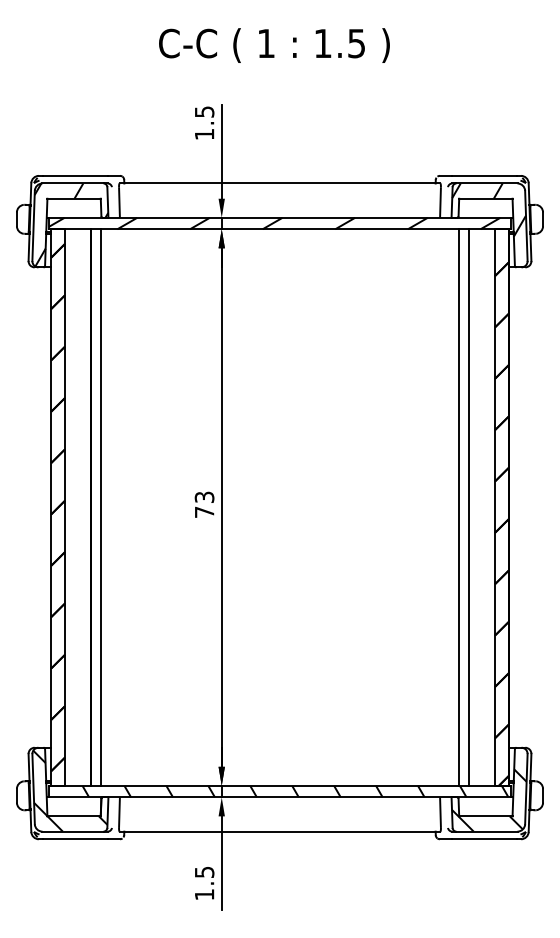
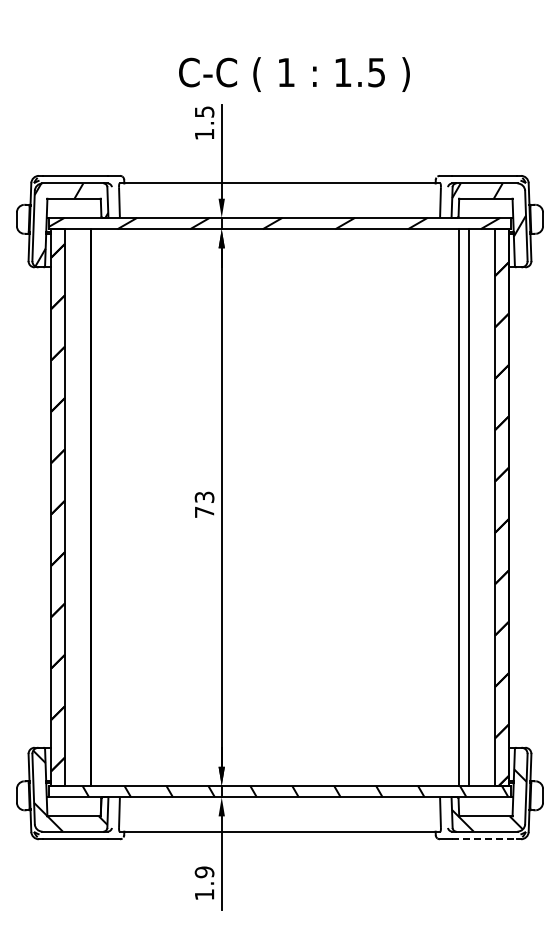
text at (274, 45) position: (274, 45) -> (294, 74)
line at (100, 507): present -> none
line at (484, 839): solid -> dashed
text at (204, 872): 1.5 -> 1.9
